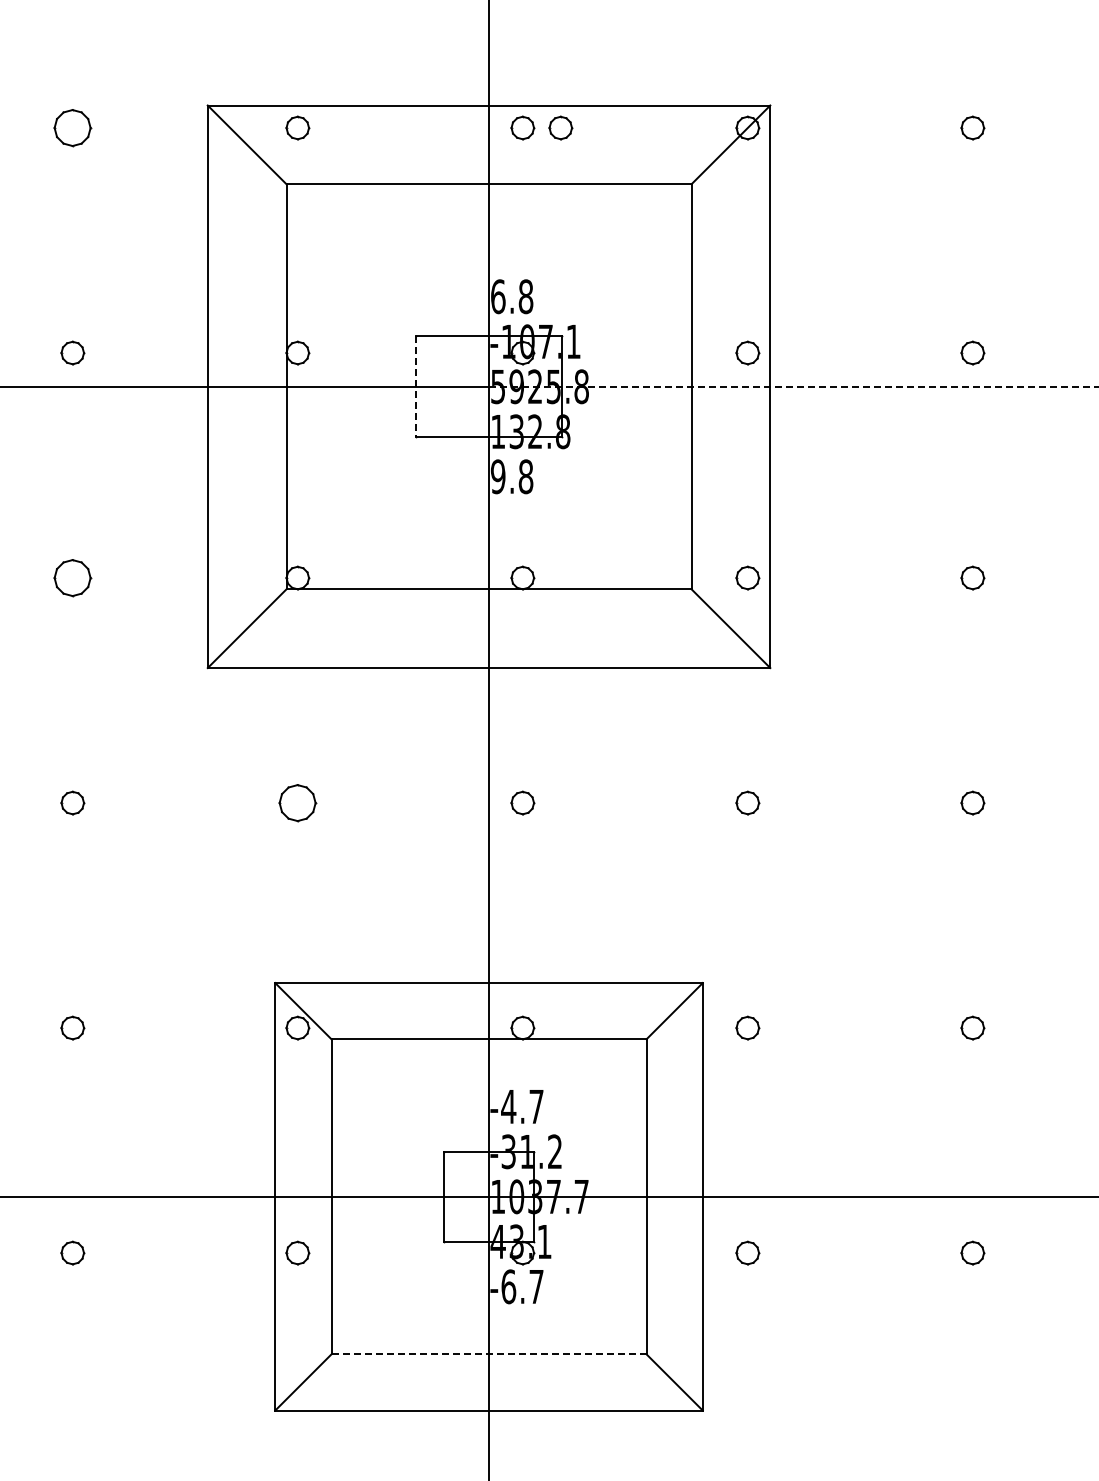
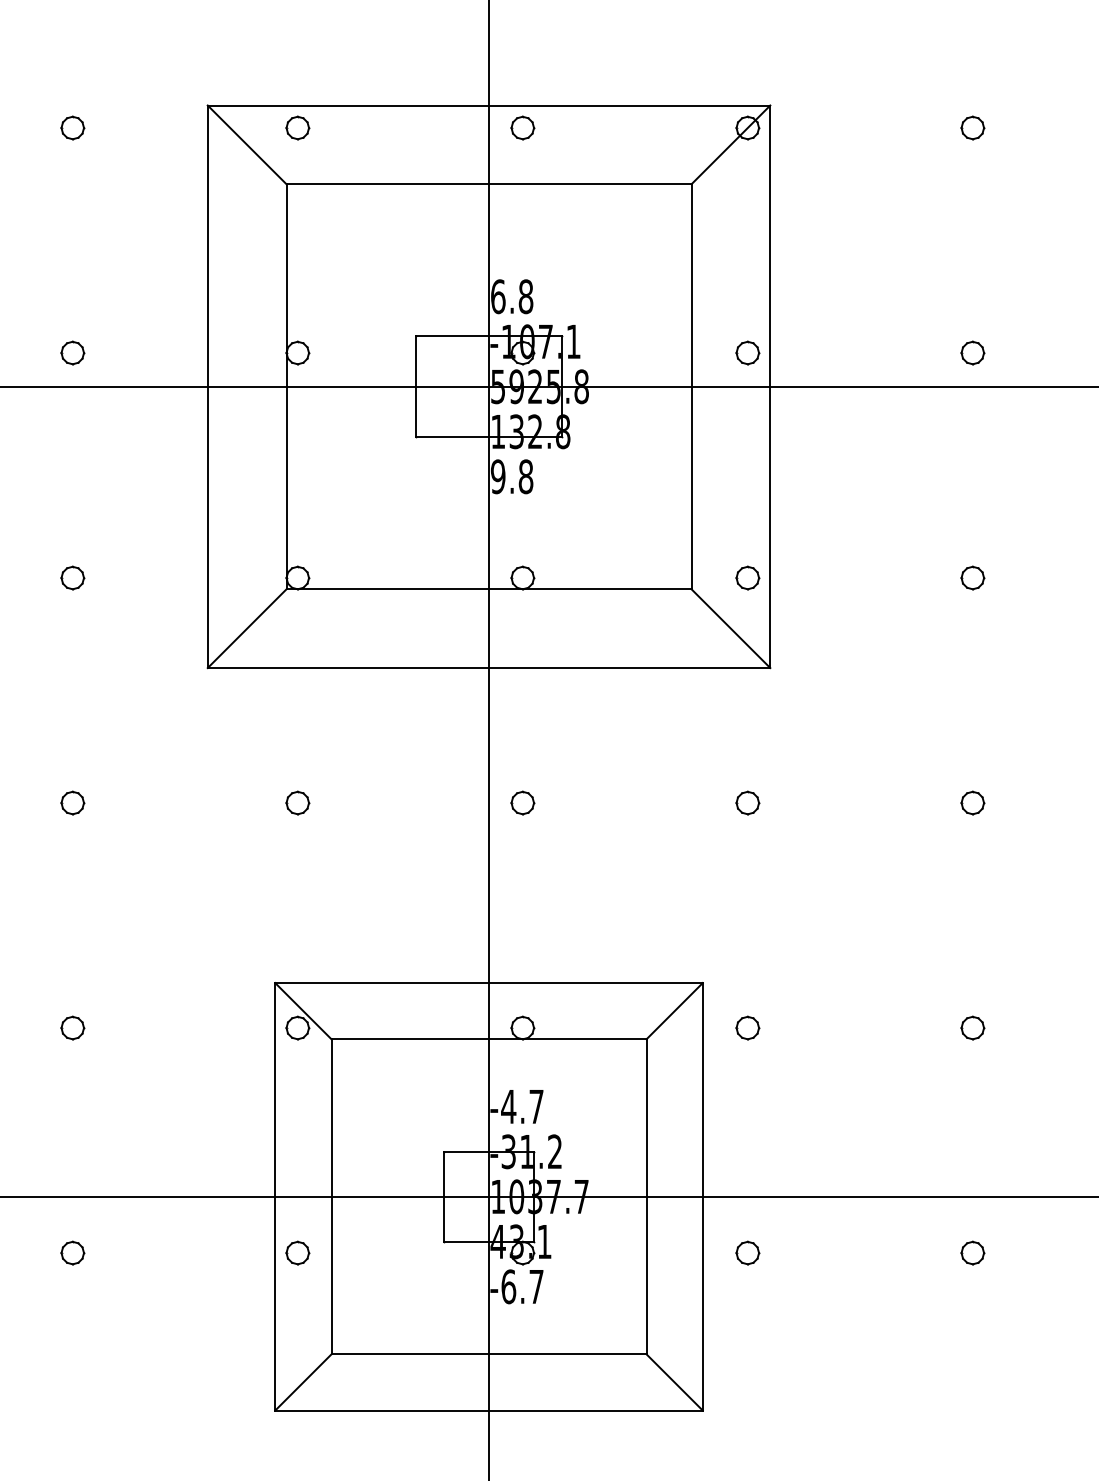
part at (560, 127): present -> none
part at (72, 128) size: 40x39 px -> 26x26 px
line at (415, 386): dashed -> solid
line at (793, 386): dashed -> solid
part at (72, 578) size: 40x39 px -> 26x26 px
part at (297, 803) size: 40x39 px -> 26x26 px
line at (489, 1354): dashed -> solid
